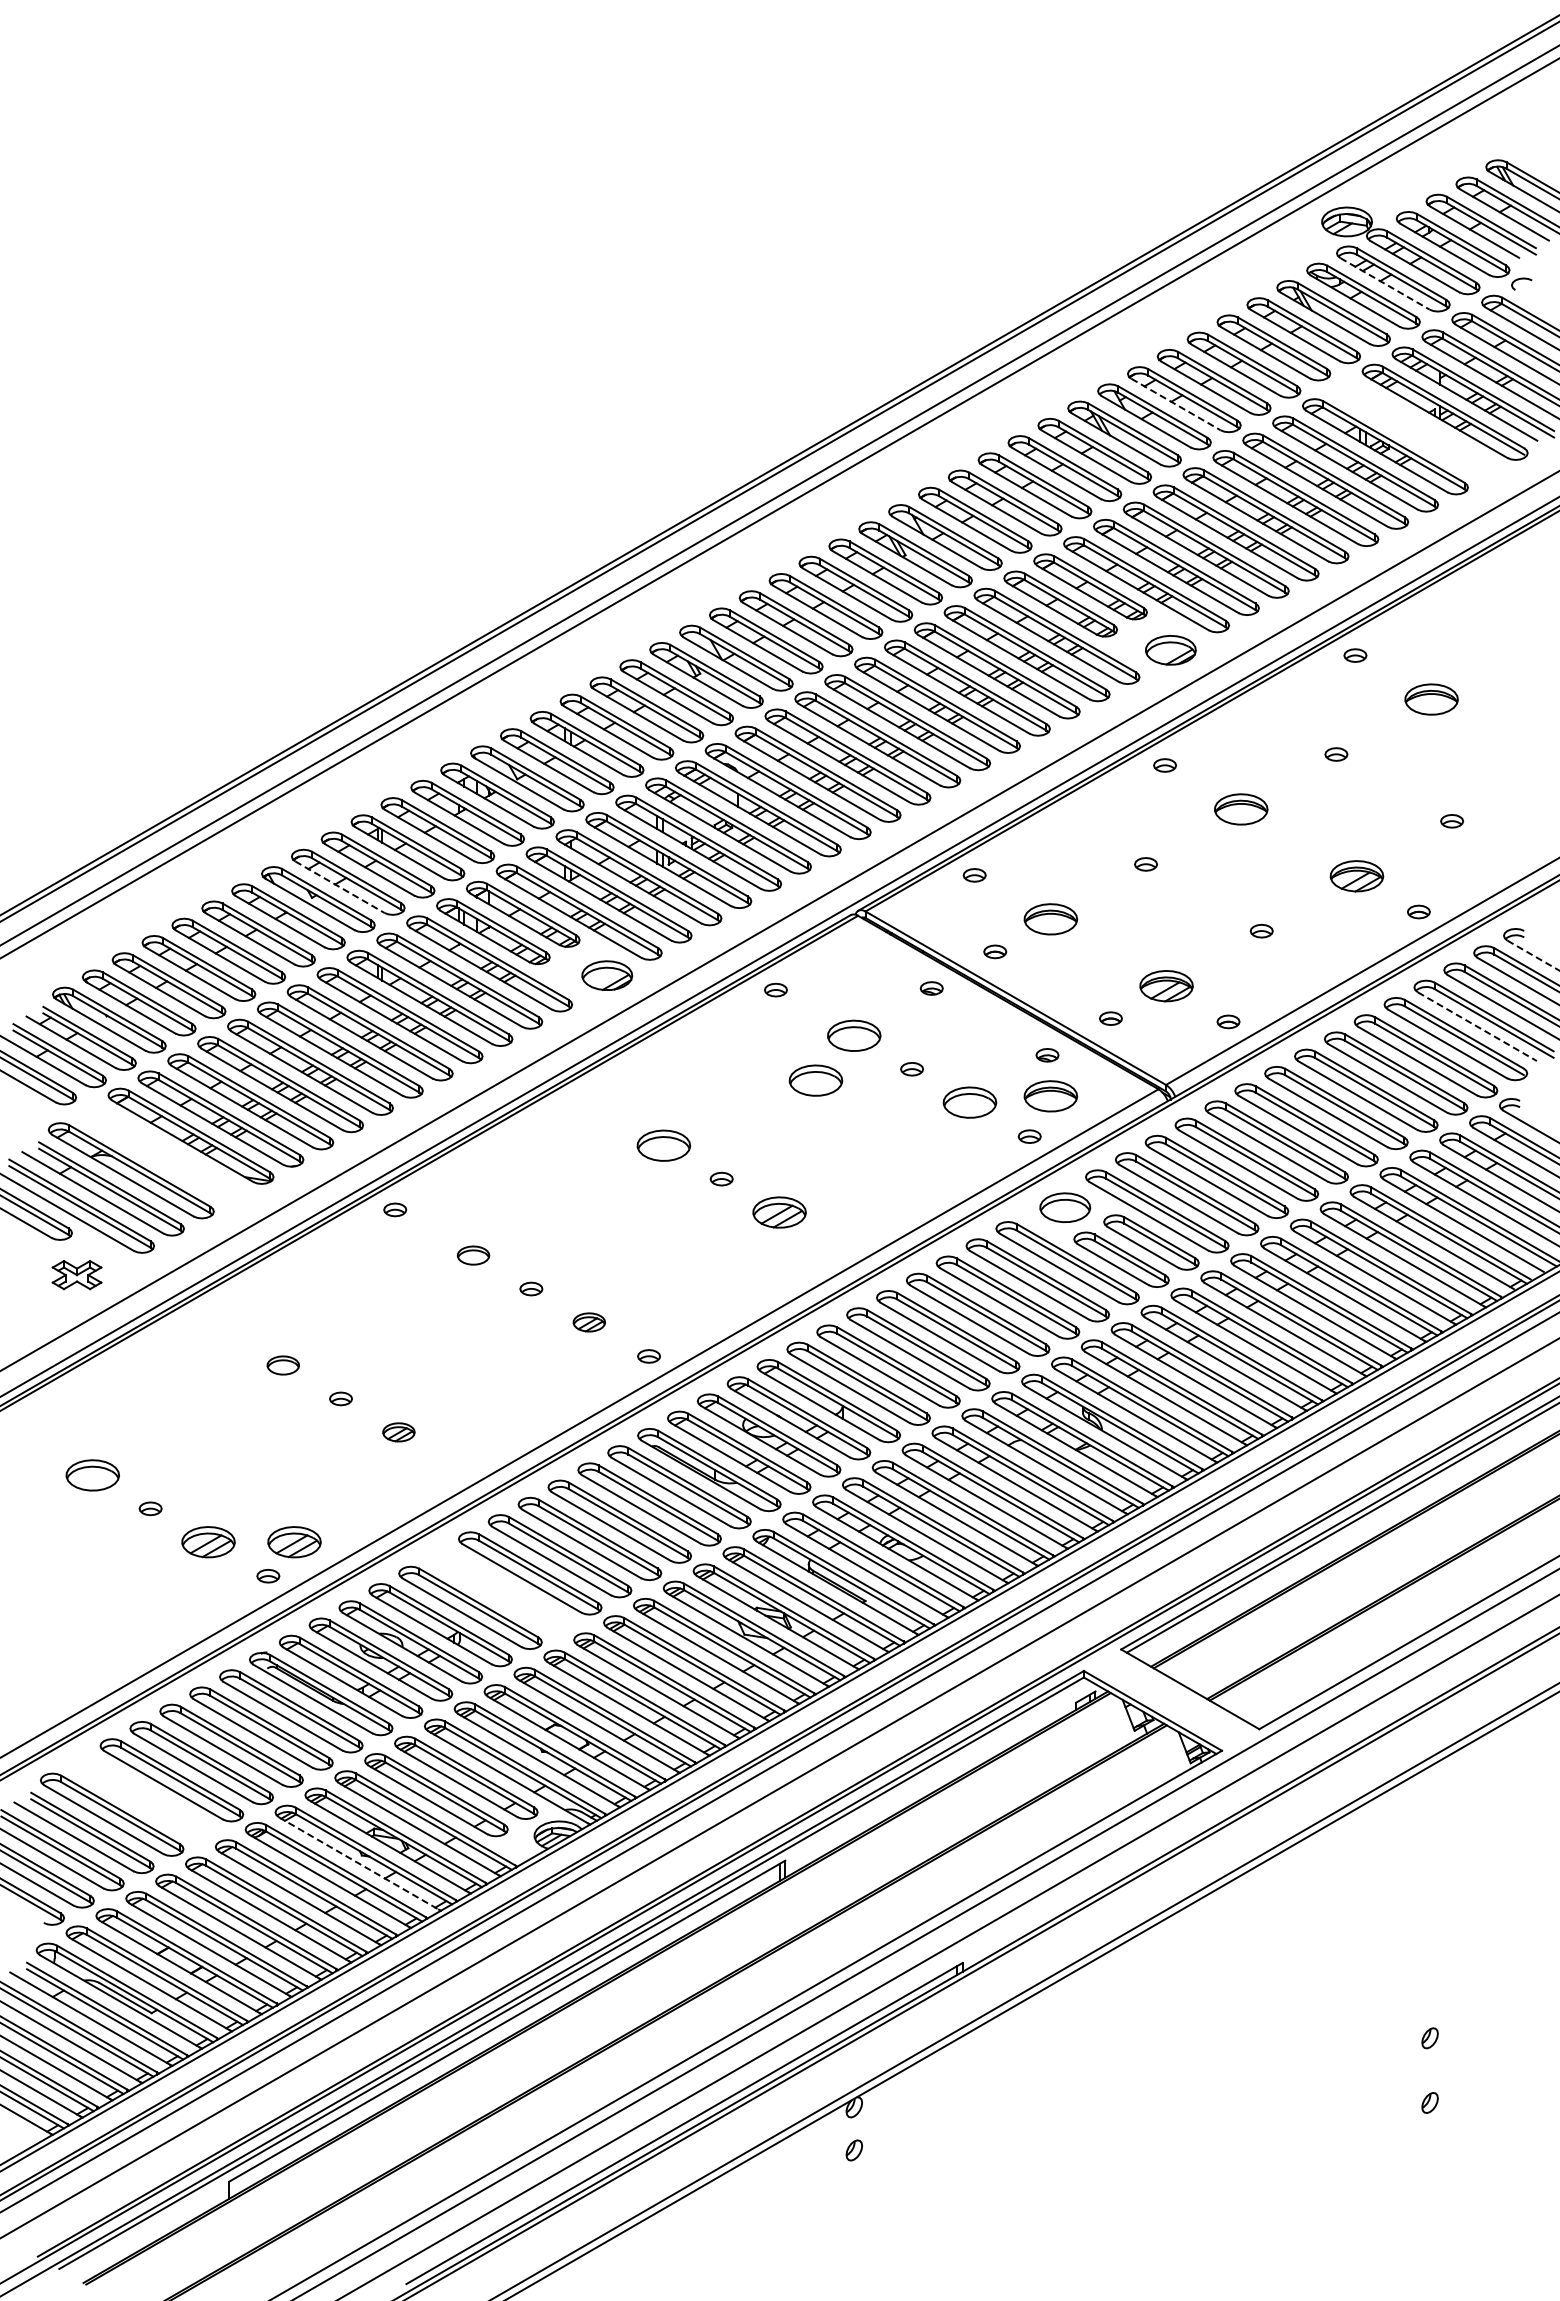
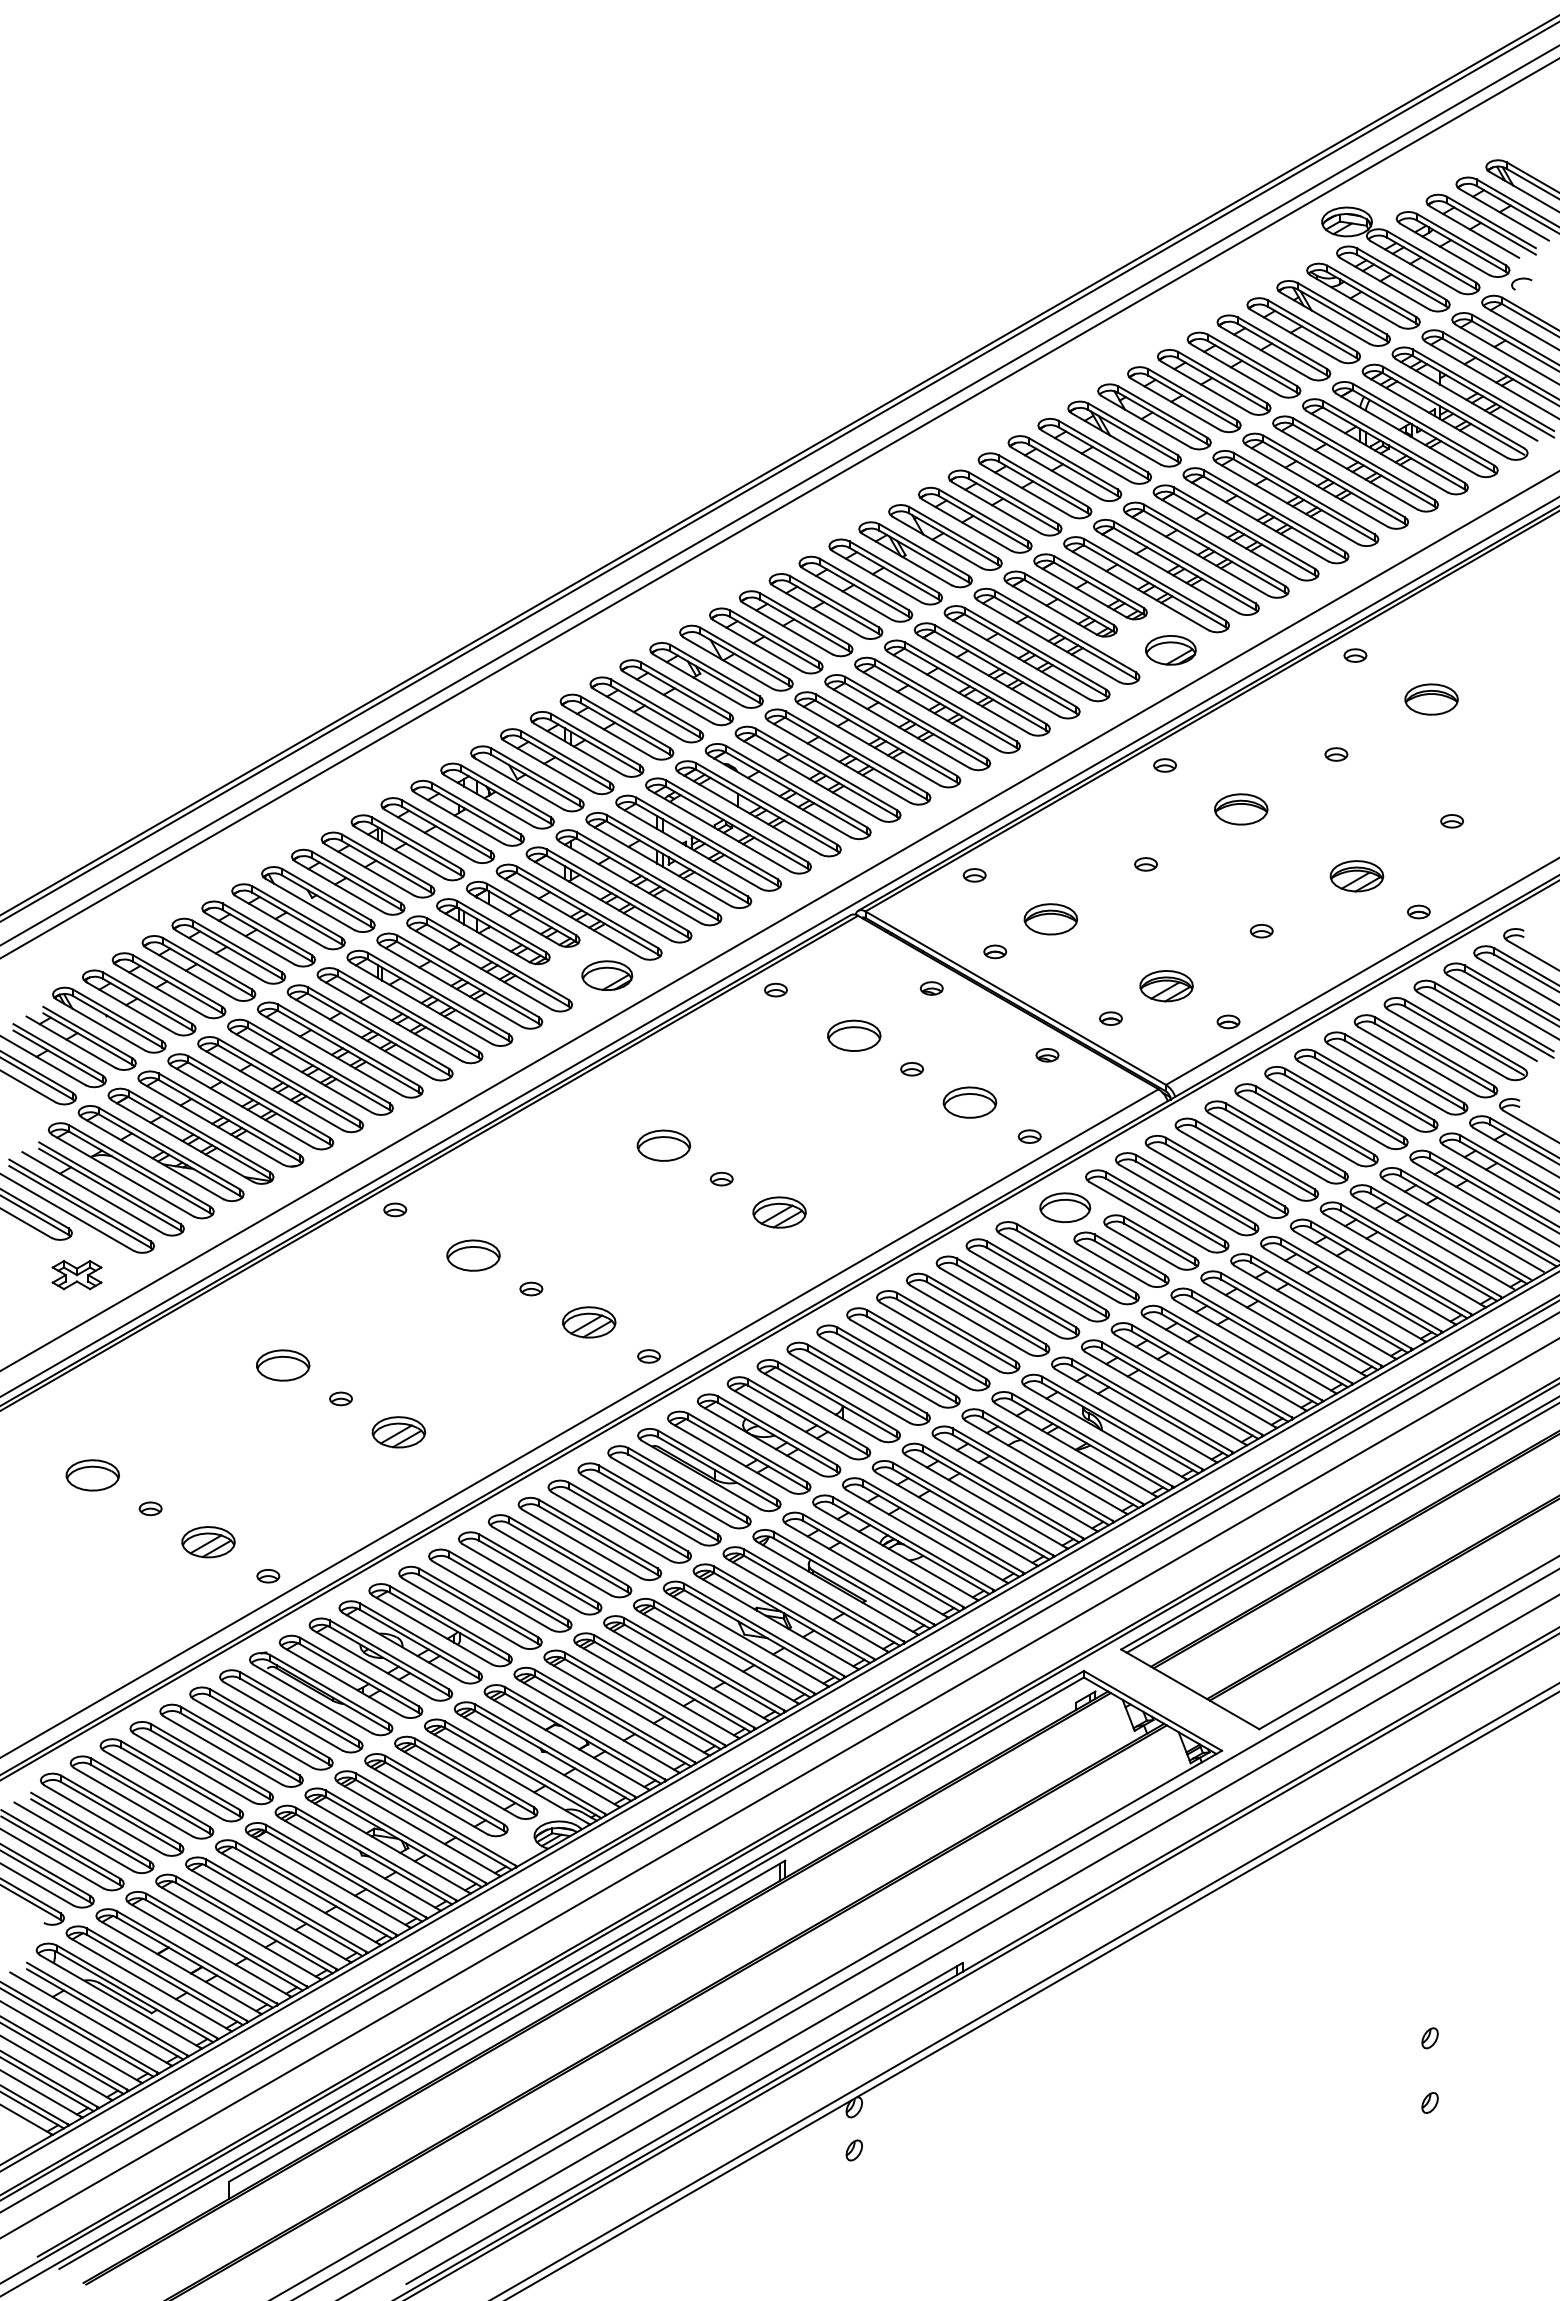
line at (1385, 284): dashed -> solid
line at (1176, 404): dashed -> solid
part at (1414, 429): none -> present
line at (340, 887): dashed -> solid
line at (1533, 955): dashed -> solid
line at (1477, 1026): dashed -> solid
part at (815, 1080): present -> none
part at (1050, 1096): present -> none
part at (160, 1153): none -> present
part at (473, 1255) size: 35x21 px -> 55x33 px
part at (588, 1322) size: 34x21 px -> 55x33 px
part at (282, 1365) size: 34x21 px -> 55x33 px
part at (398, 1432) size: 34x21 px -> 56x33 px
part at (294, 1542): present -> none
part at (500, 1590): none -> present
part at (141, 1797): none -> present
line at (359, 1863): dashed -> solid
